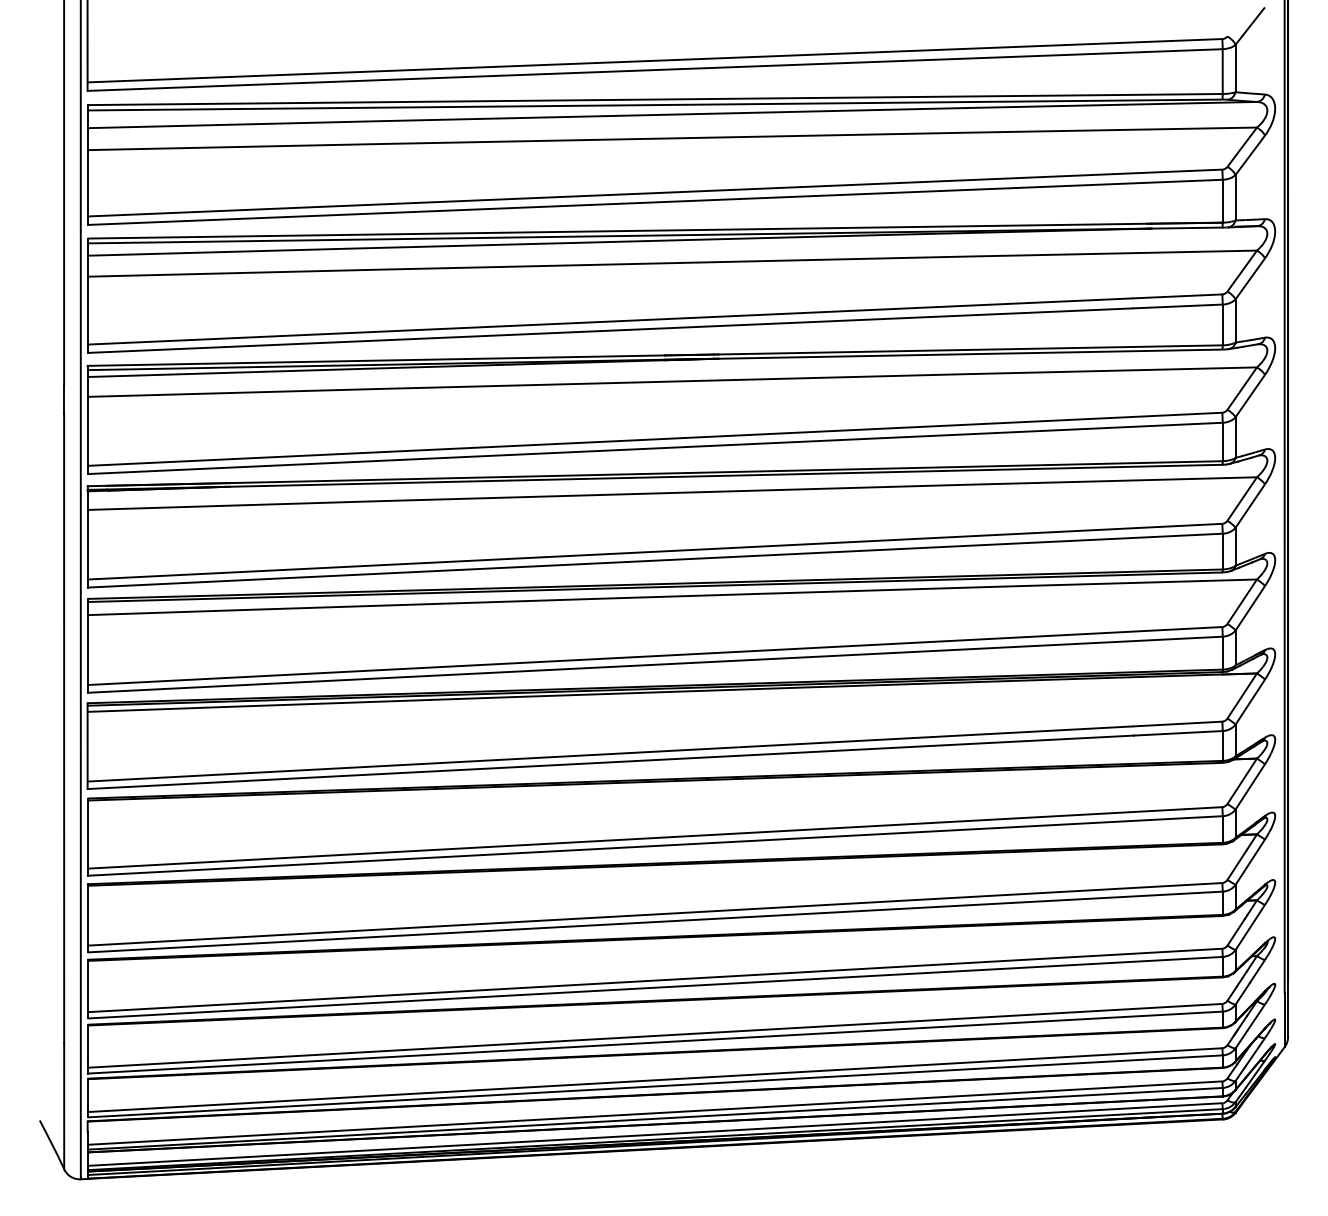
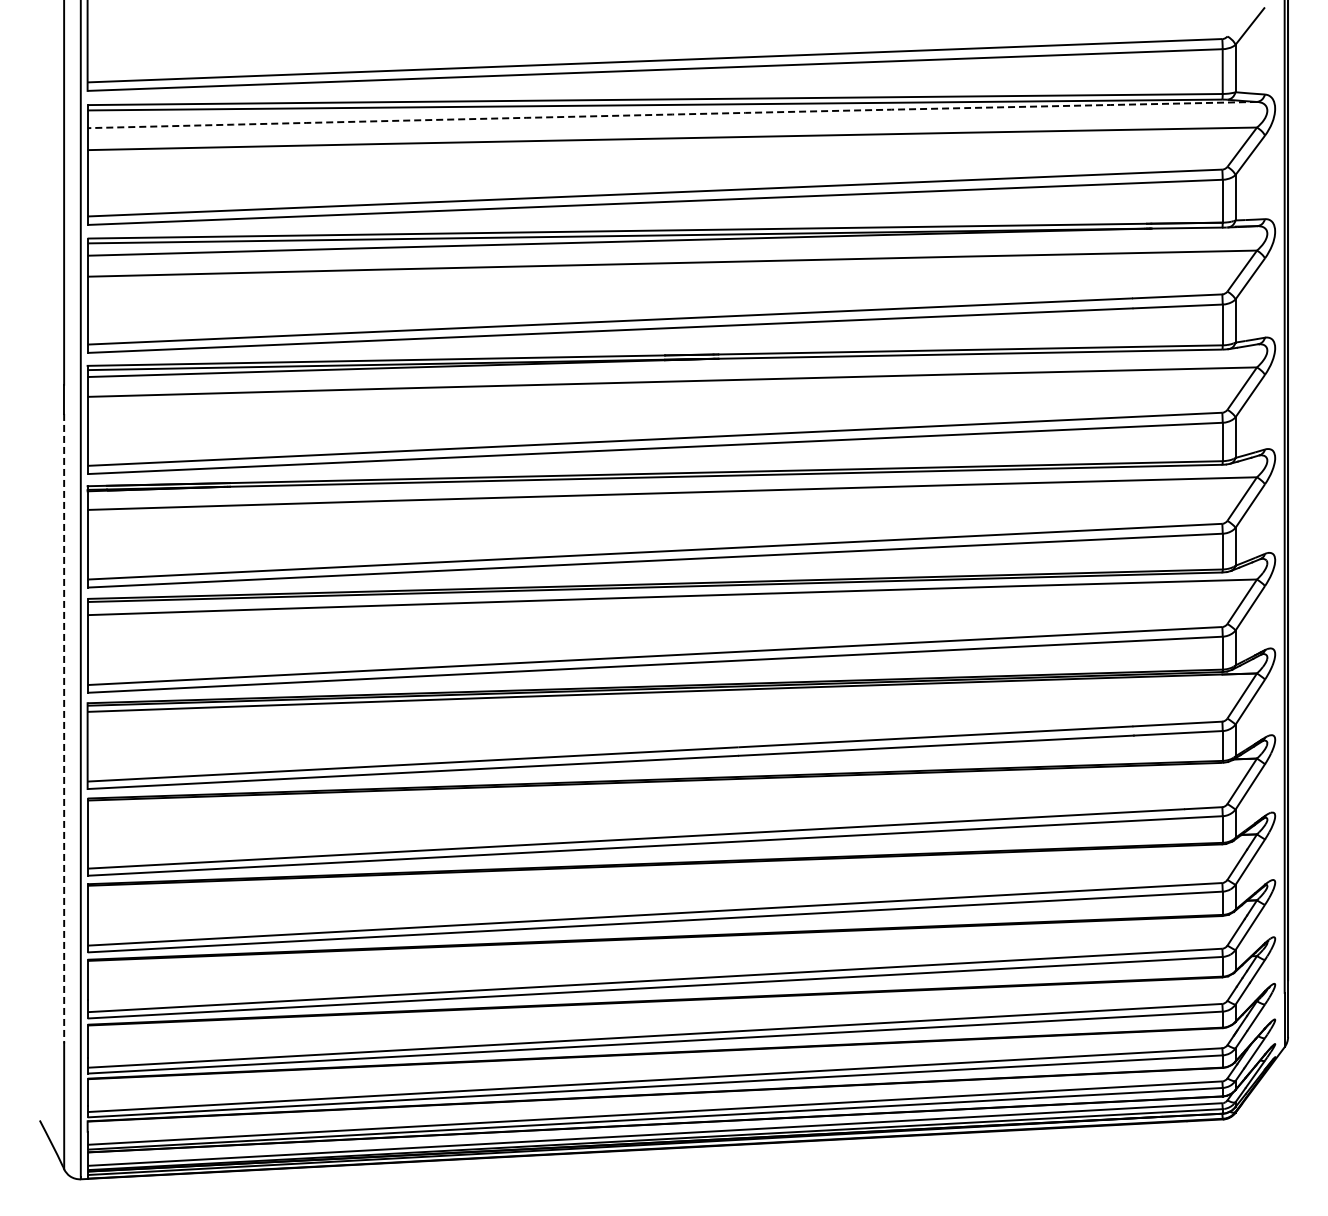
arc at (672, 114): solid -> dashed
line at (64, 728): solid -> dashed
